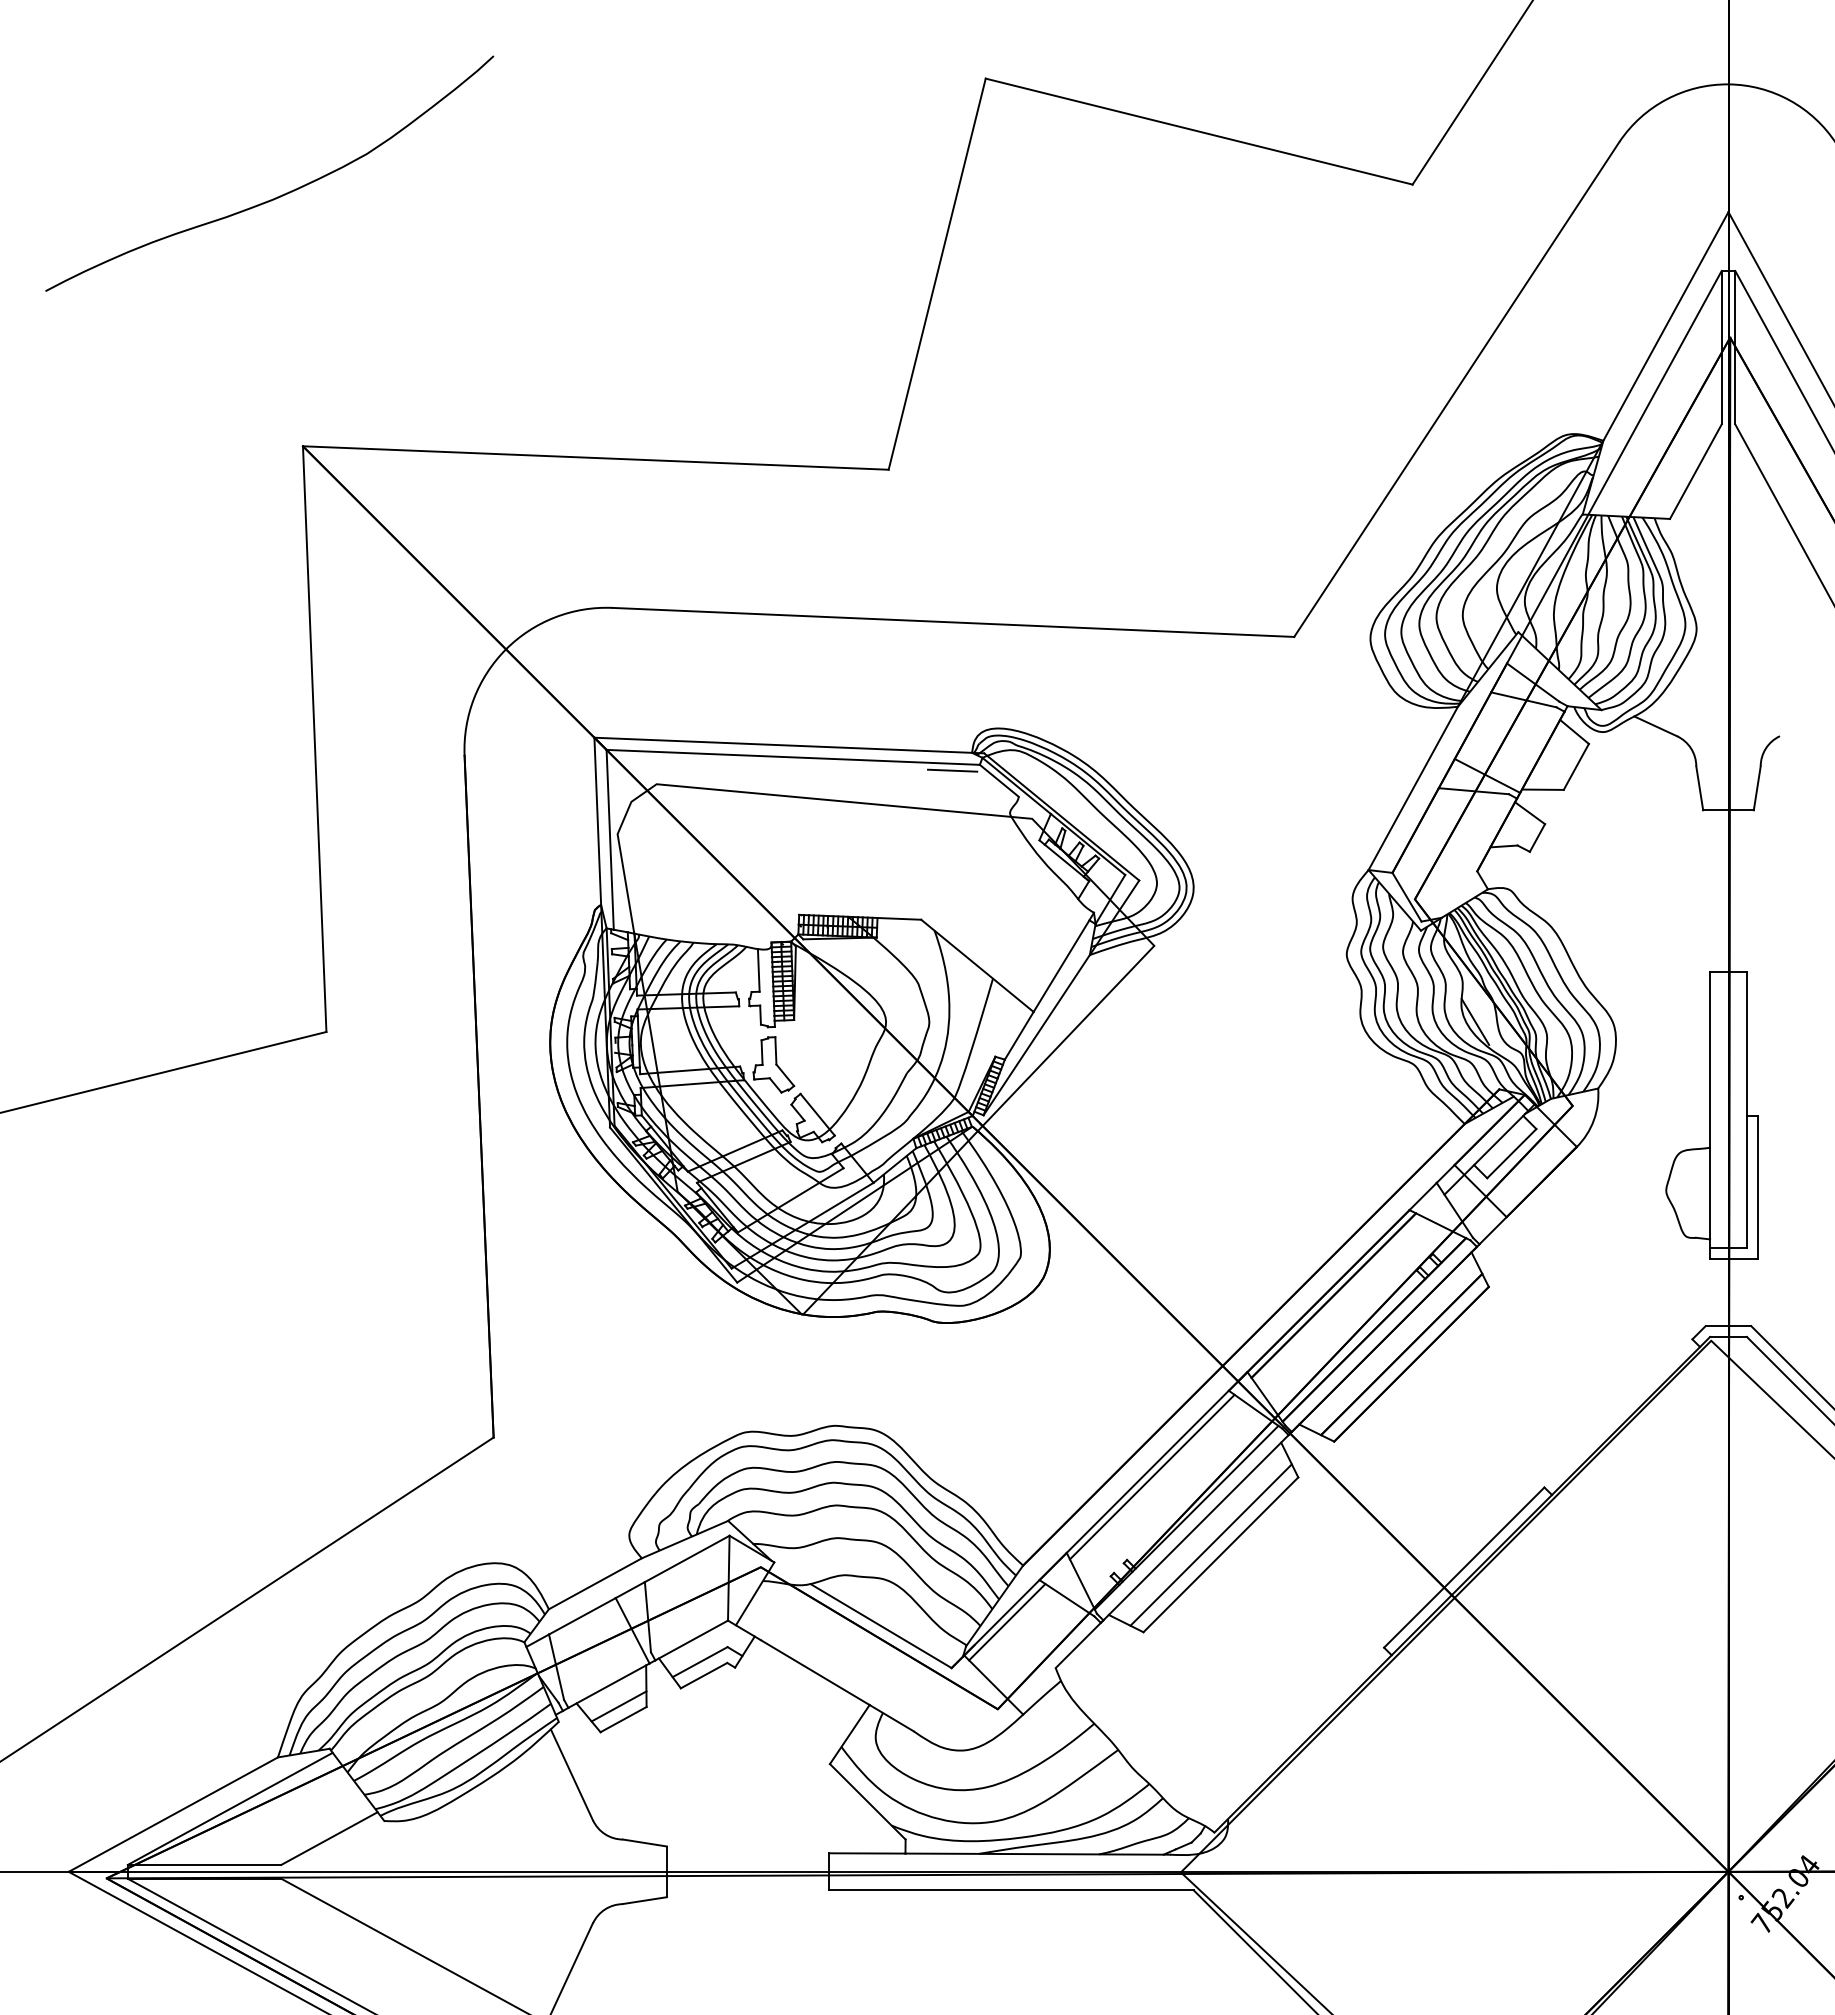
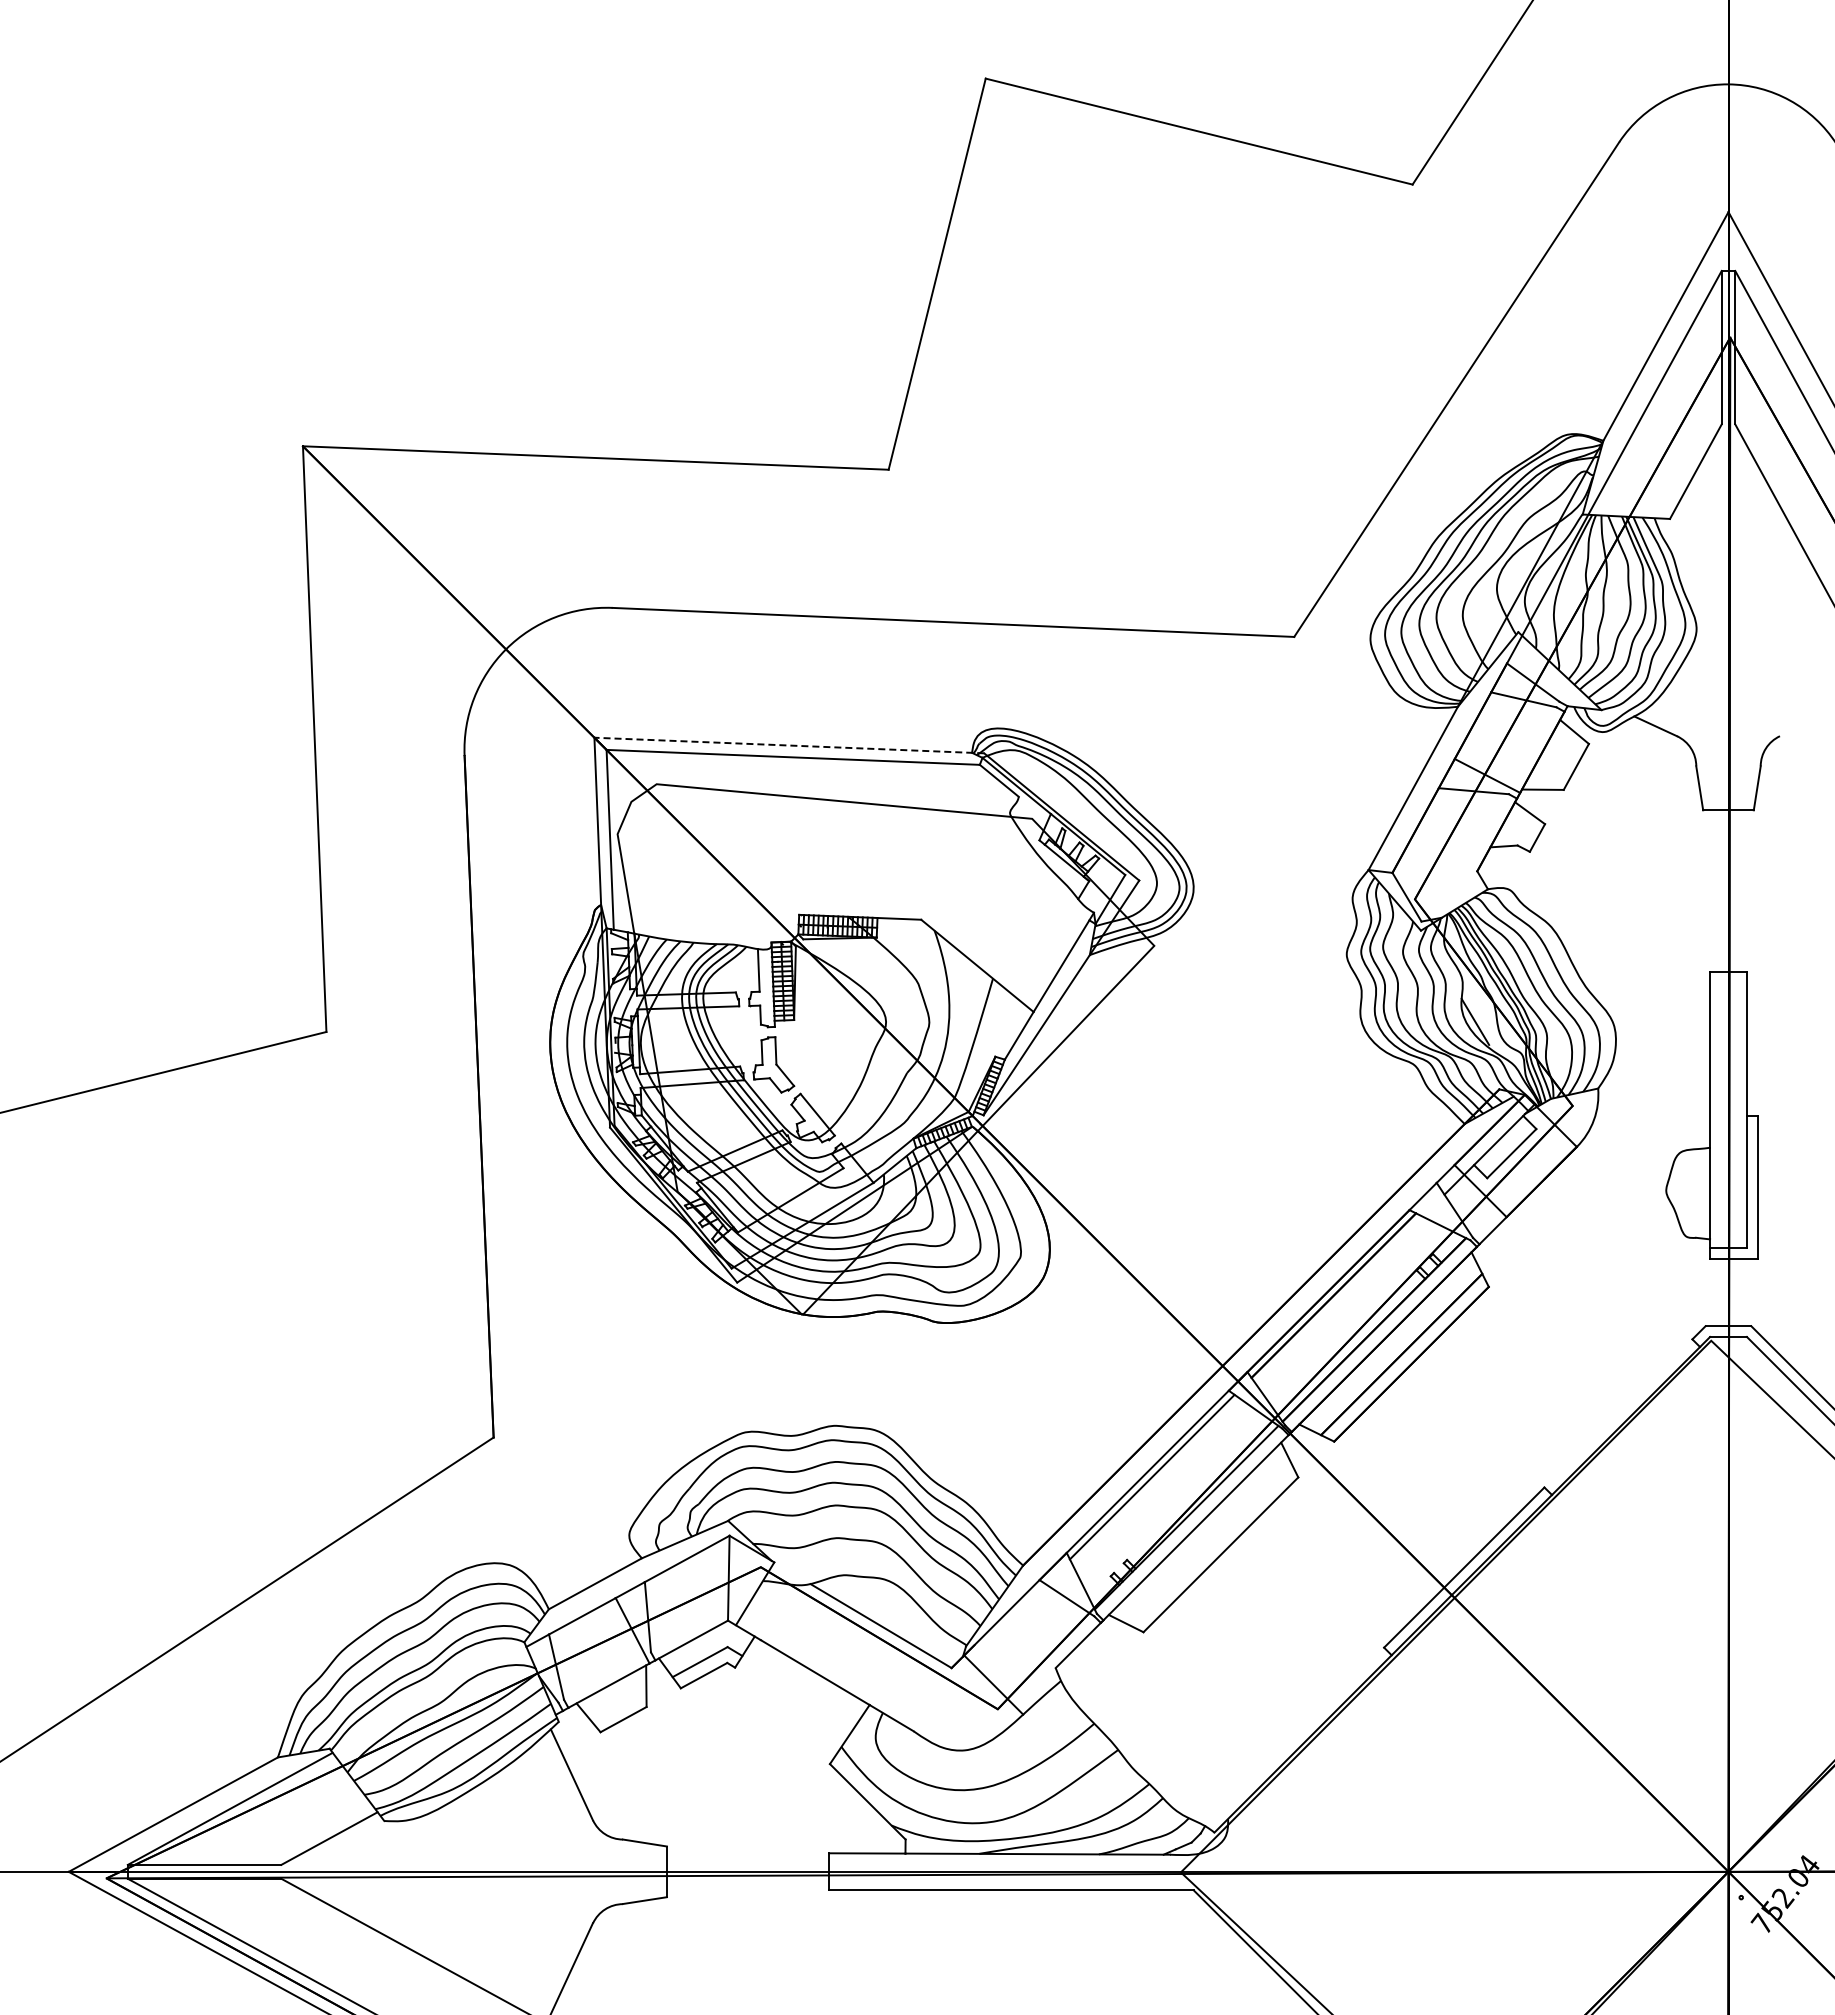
curve at (279, 195): present -> none
line at (788, 745): solid -> dashed
line at (952, 770): present -> none
line at (1210, 1544): present -> none
line at (1007, 1622): present -> none
line at (618, 1706): present -> none
